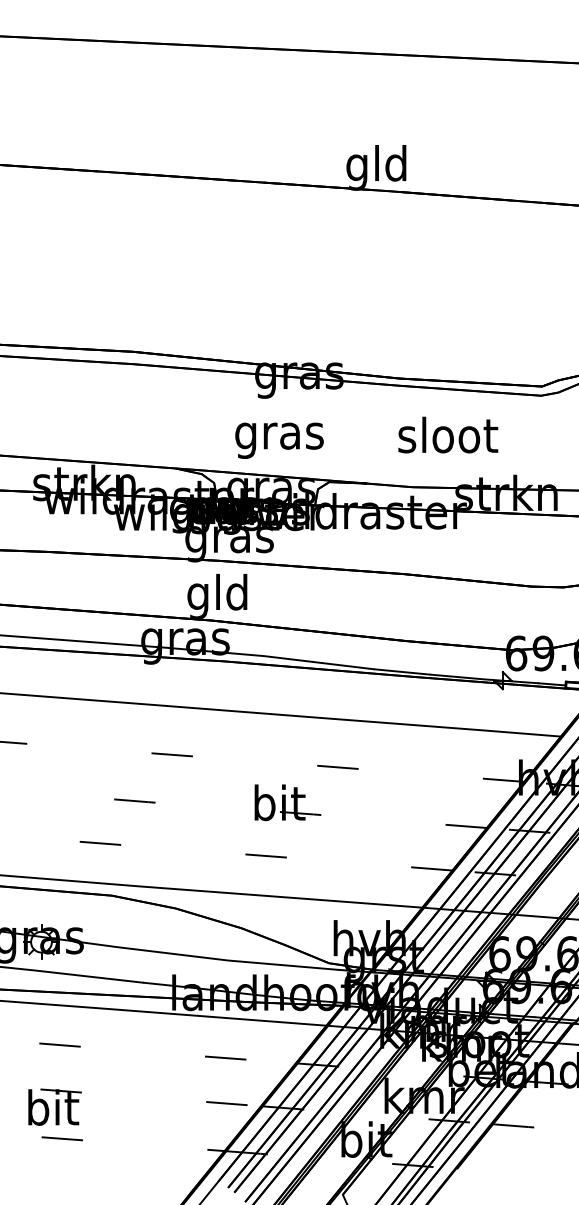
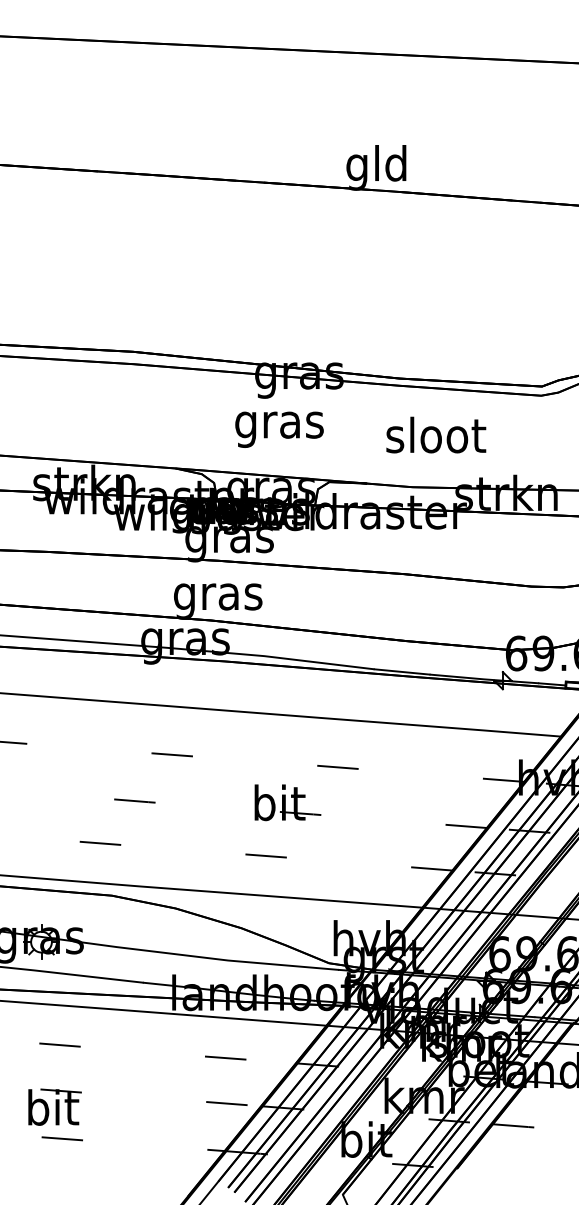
text at (448, 434) position: (448, 434) -> (436, 434)
text at (279, 440) position: (279, 440) -> (279, 429)
text at (218, 596): gld -> gras
